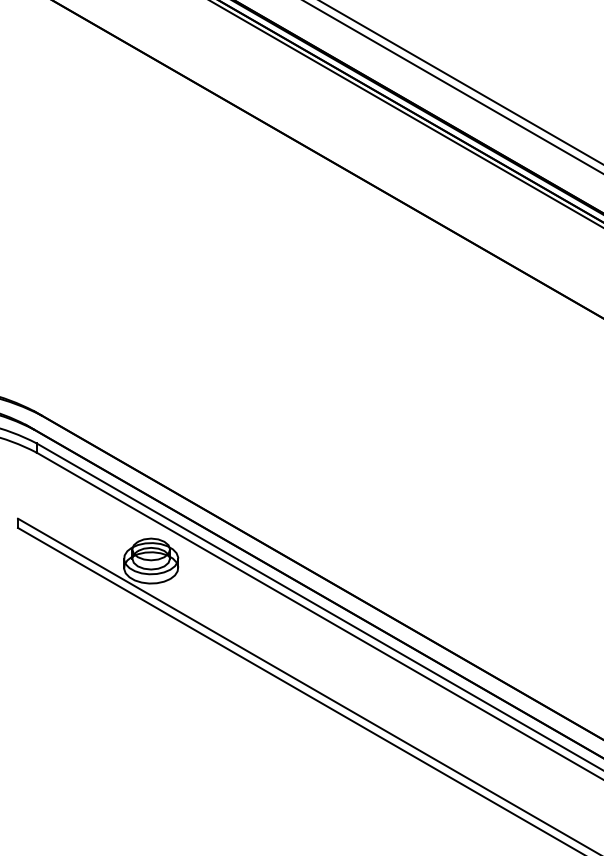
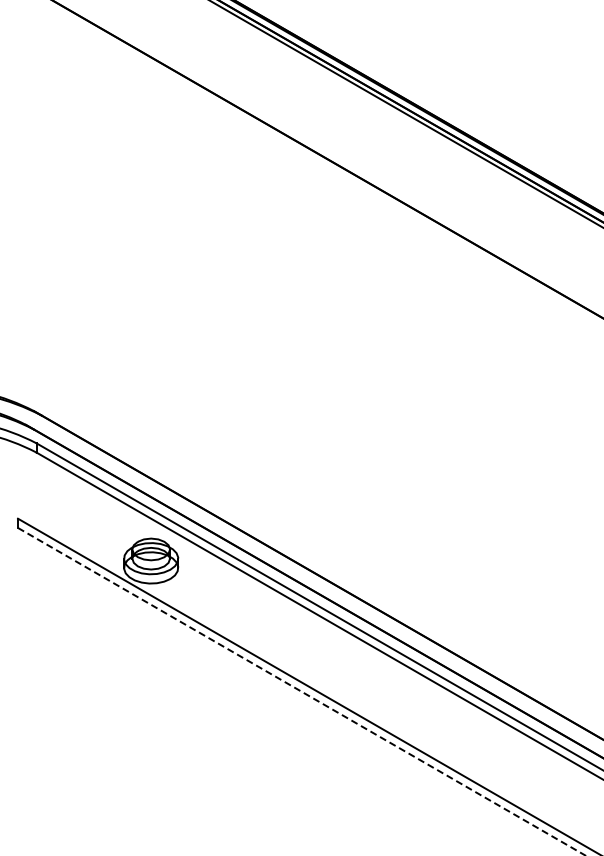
line at (461, 82): present -> none
line at (452, 87): present -> none
line at (302, 691): solid -> dashed
